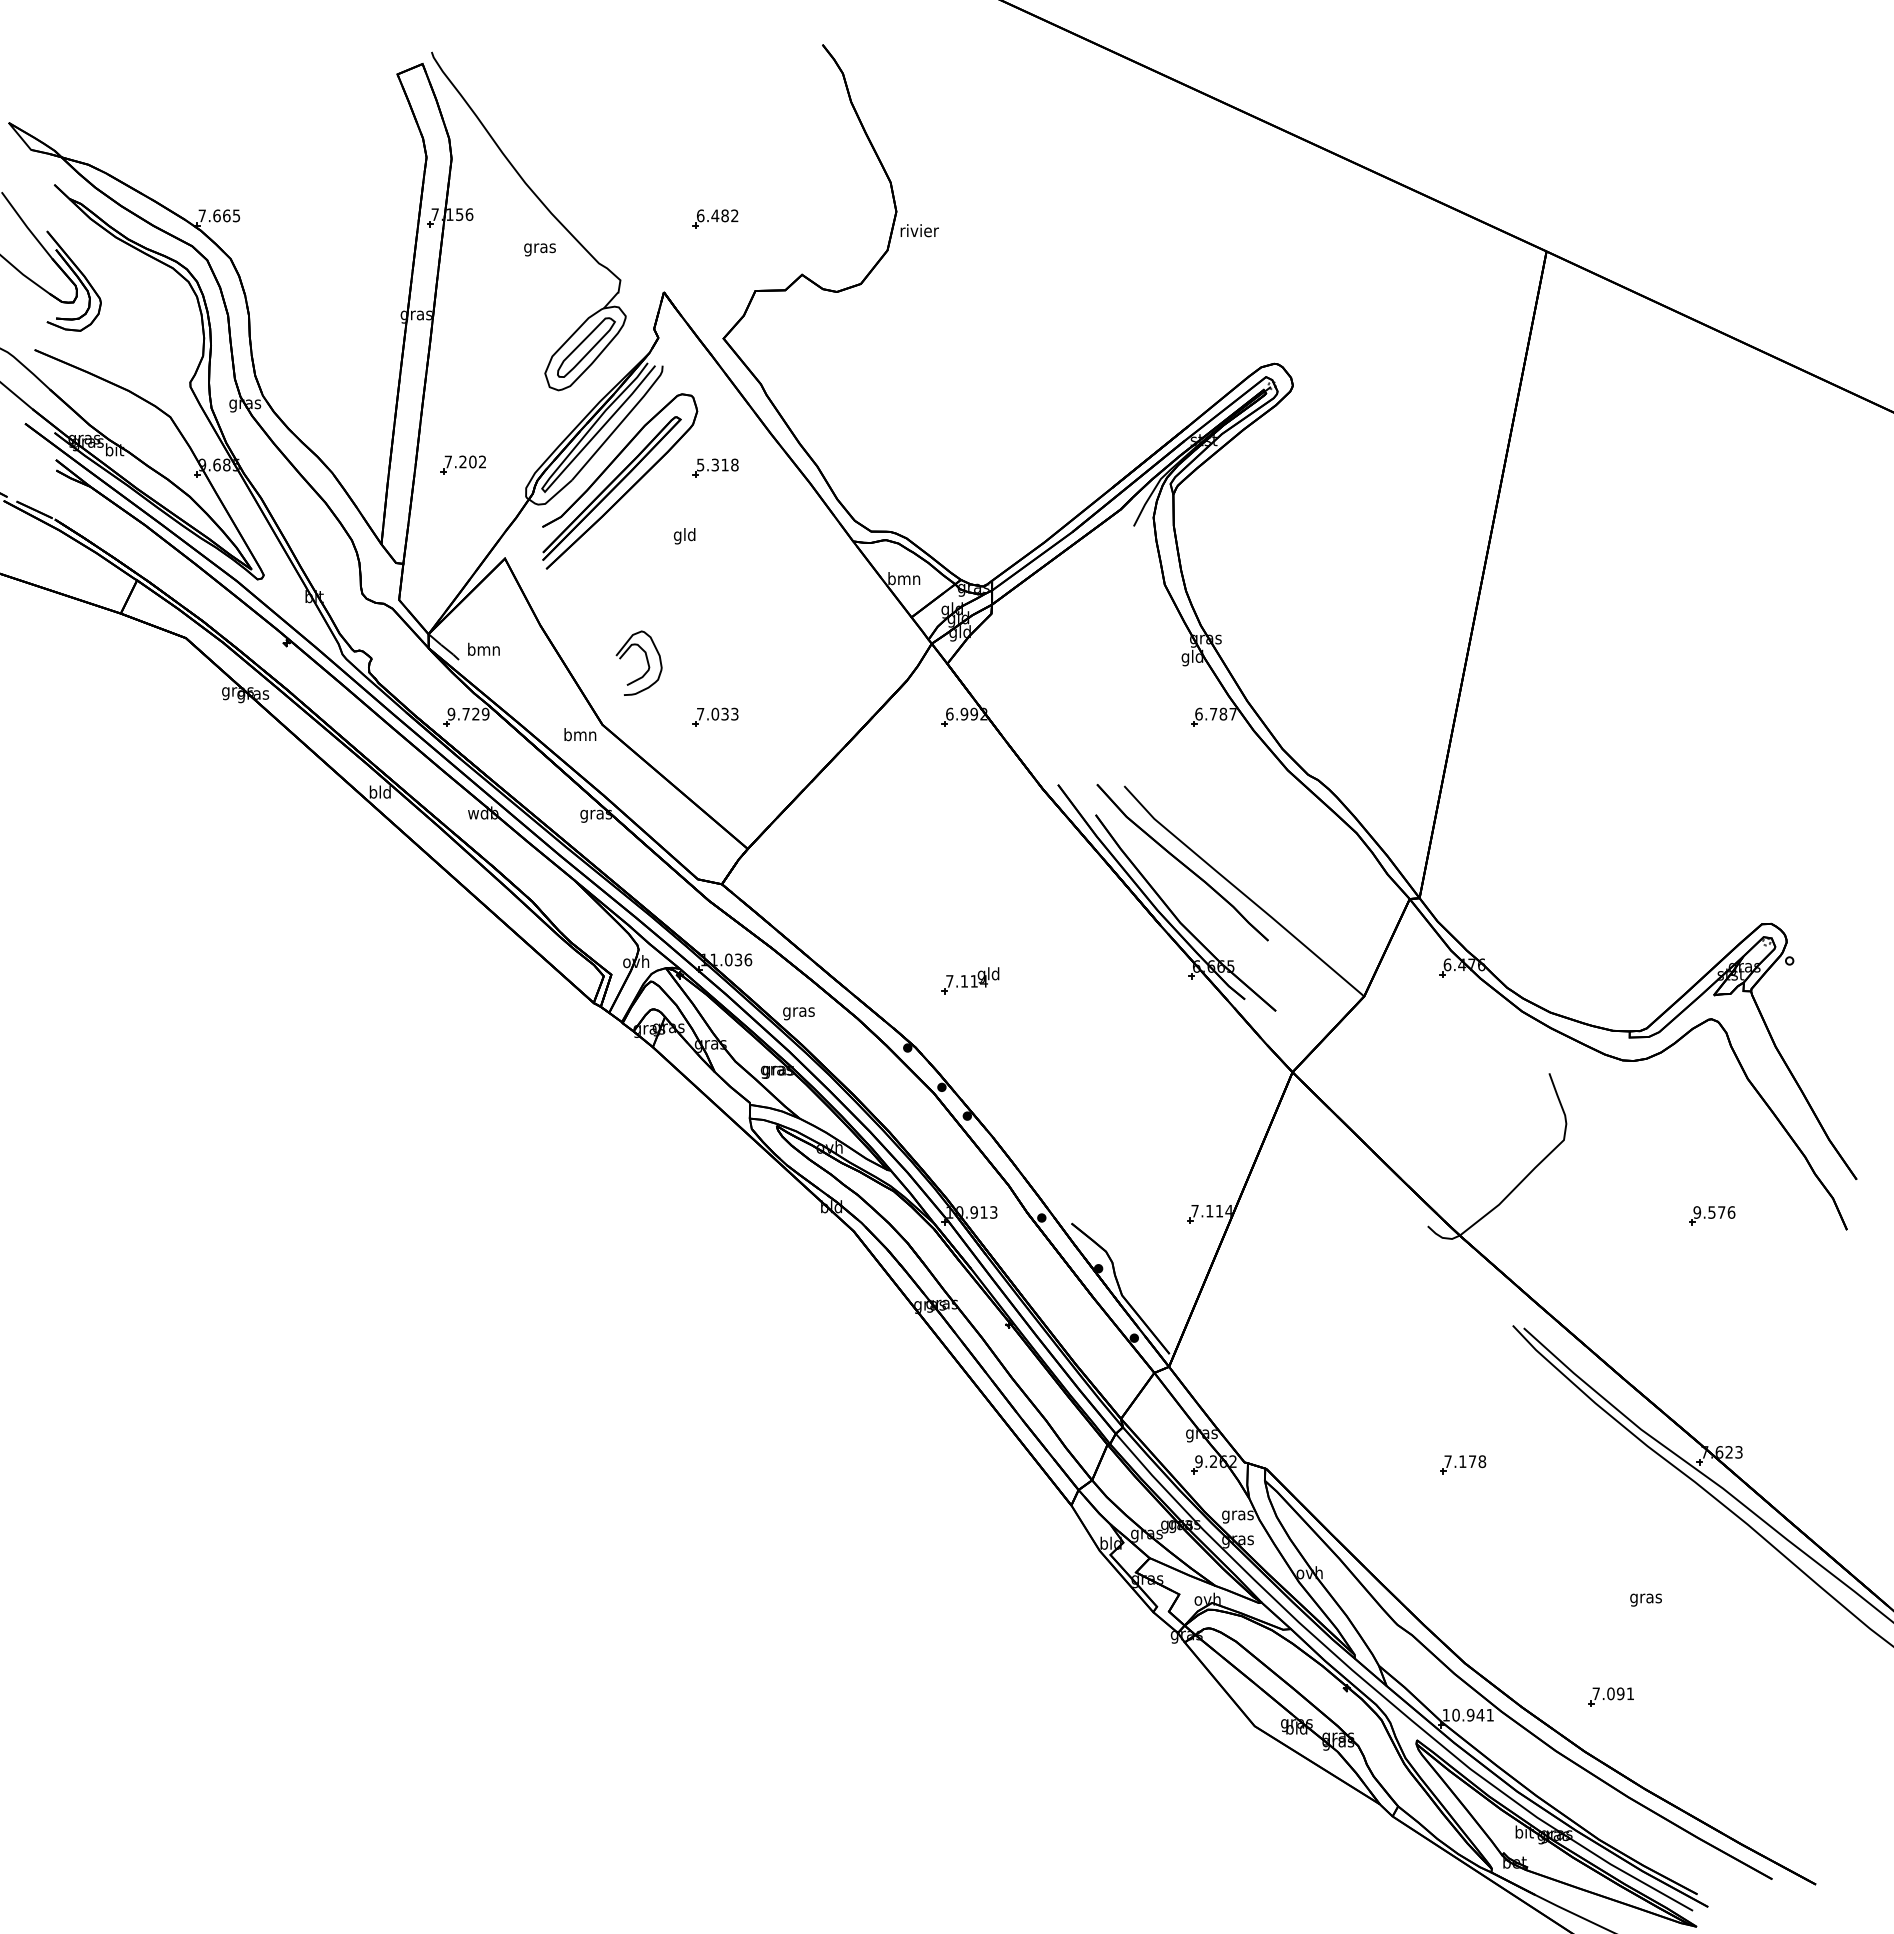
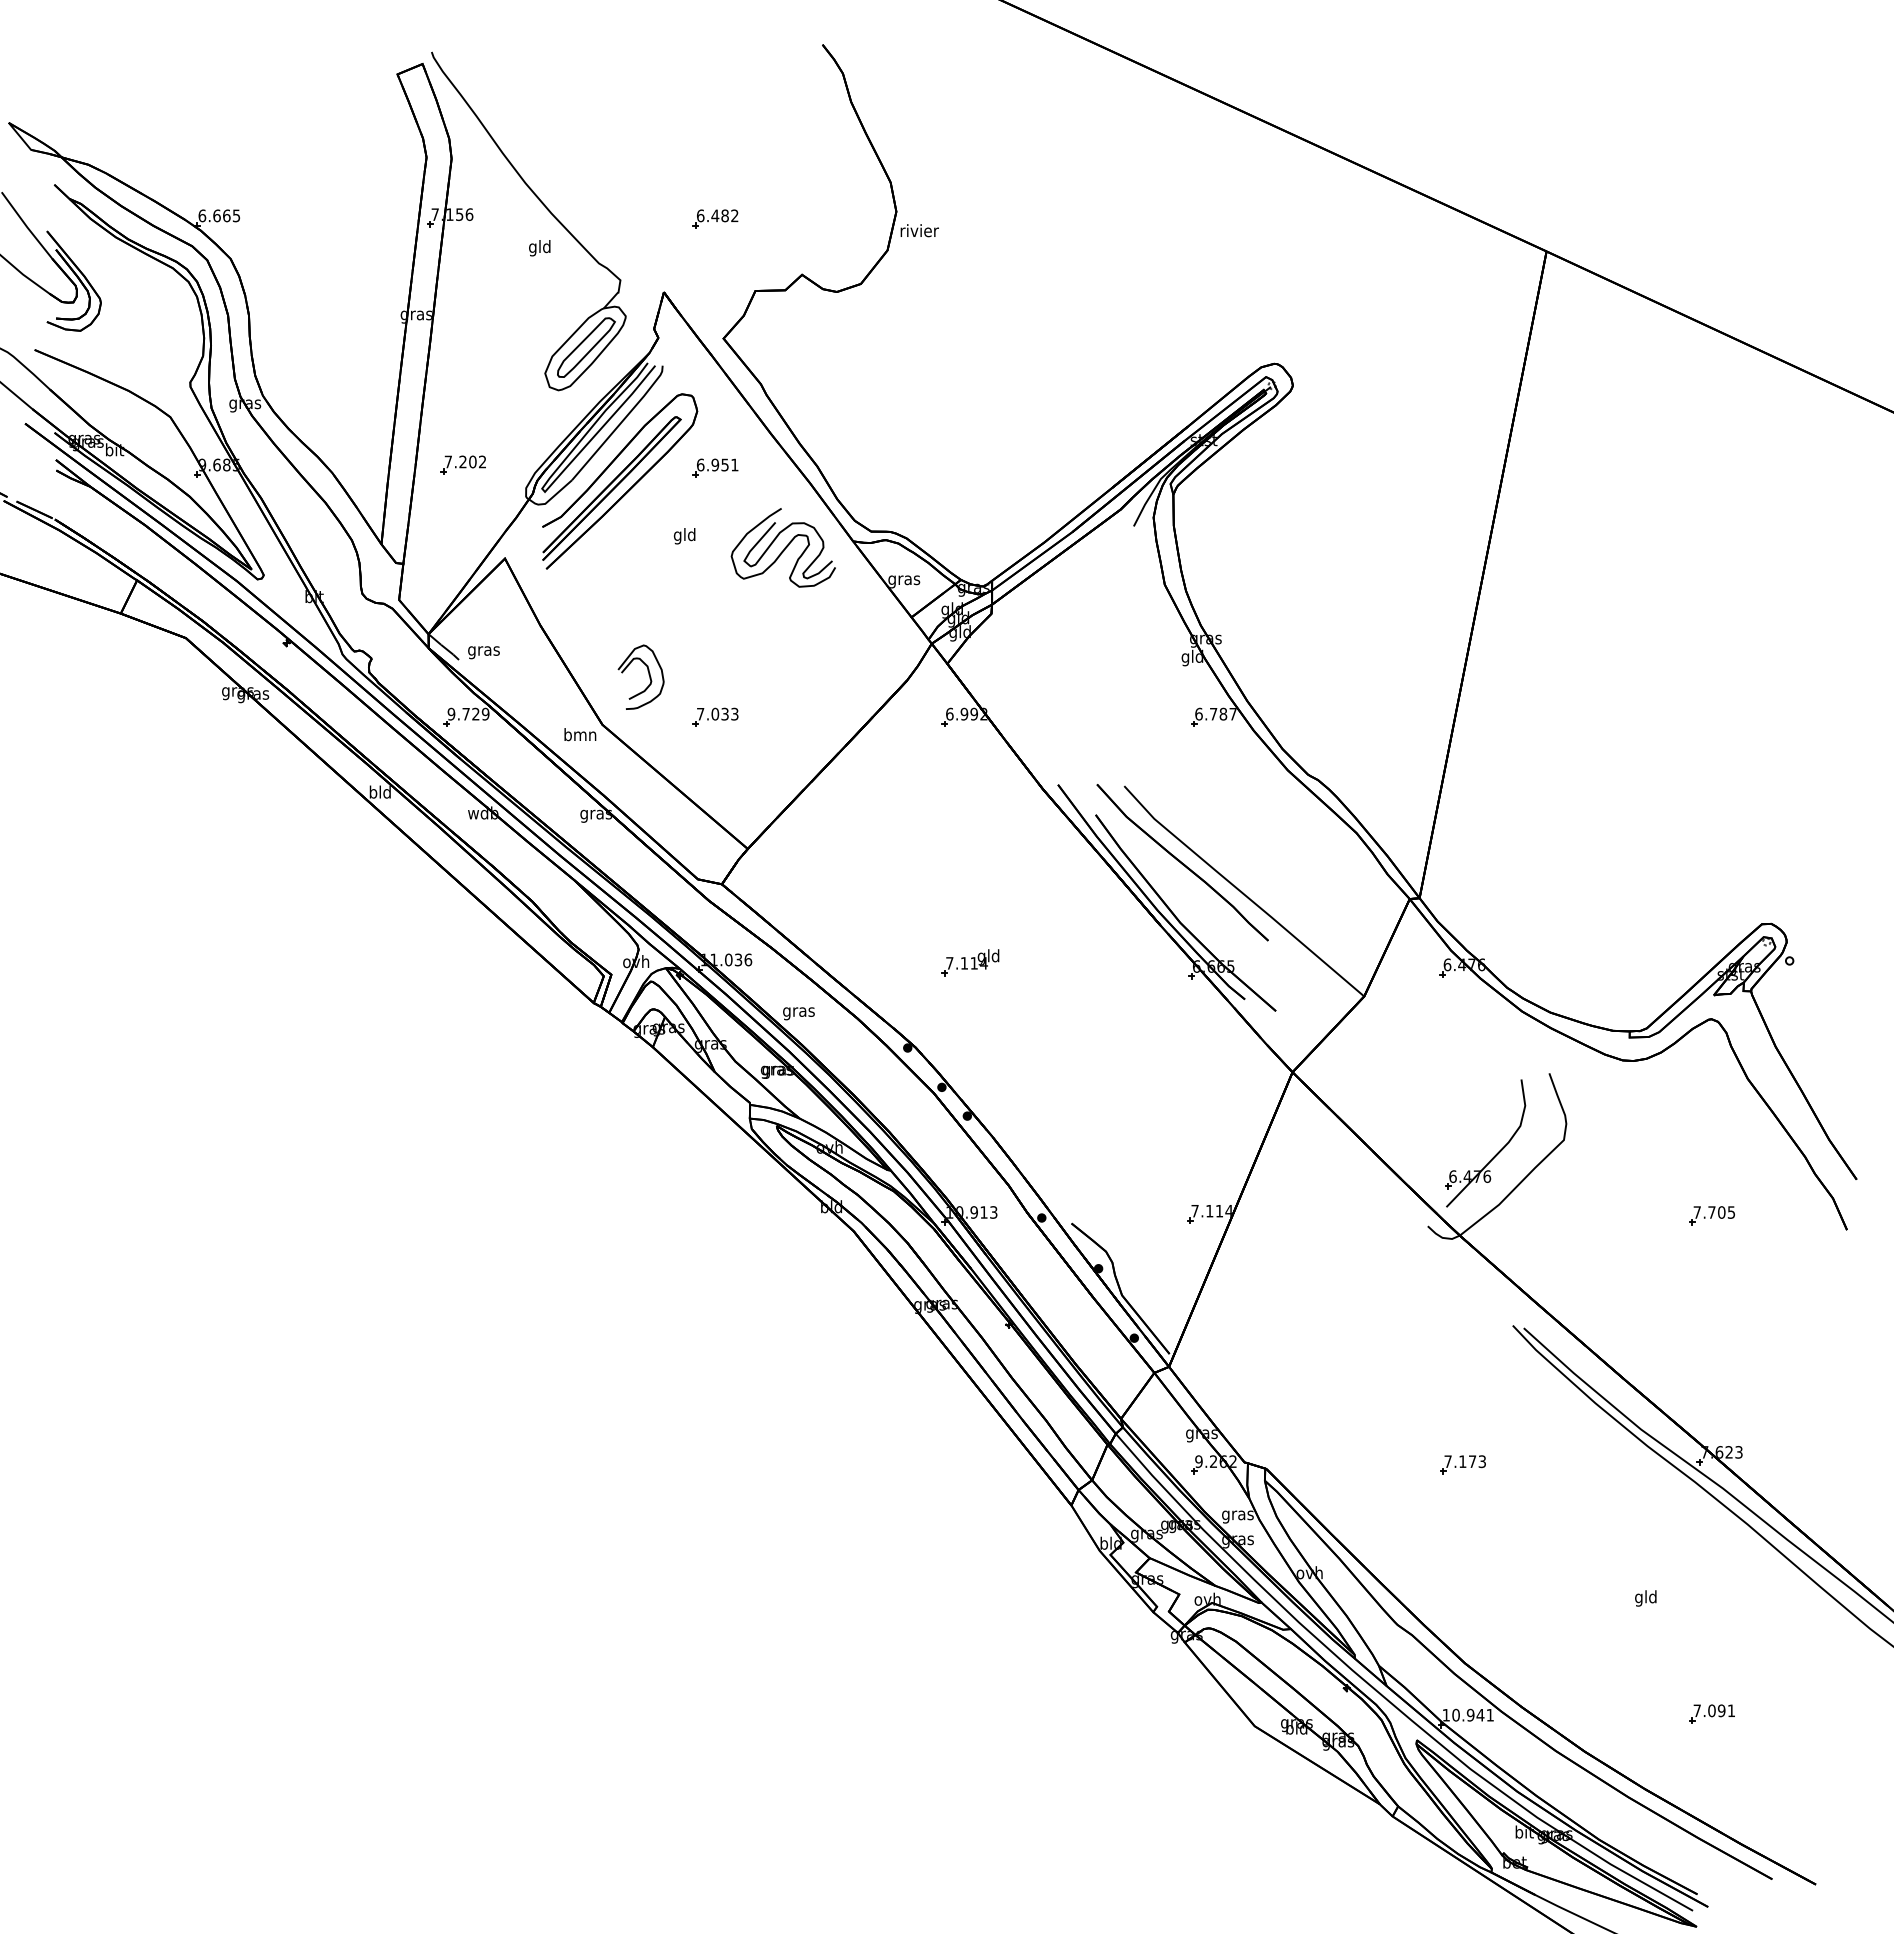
text at (202, 215): 7.665 -> 6.665
text at (539, 248): gras -> gld
text at (717, 464): 5.318 -> 6.951
part at (782, 547): none -> present
text at (904, 580): bmn -> gras
text at (483, 650): bmn -> gras
part at (646, 661) position: (646, 661) -> (648, 675)
part at (970, 980) position: (970, 980) -> (970, 962)
part at (1496, 1153): none -> present
text at (1714, 1212): 9.576 -> 7.705
text at (1482, 1461): 7.178 -> 7.173
text at (1645, 1598): gras -> gld
part at (1610, 1696) position: (1610, 1696) -> (1711, 1713)
